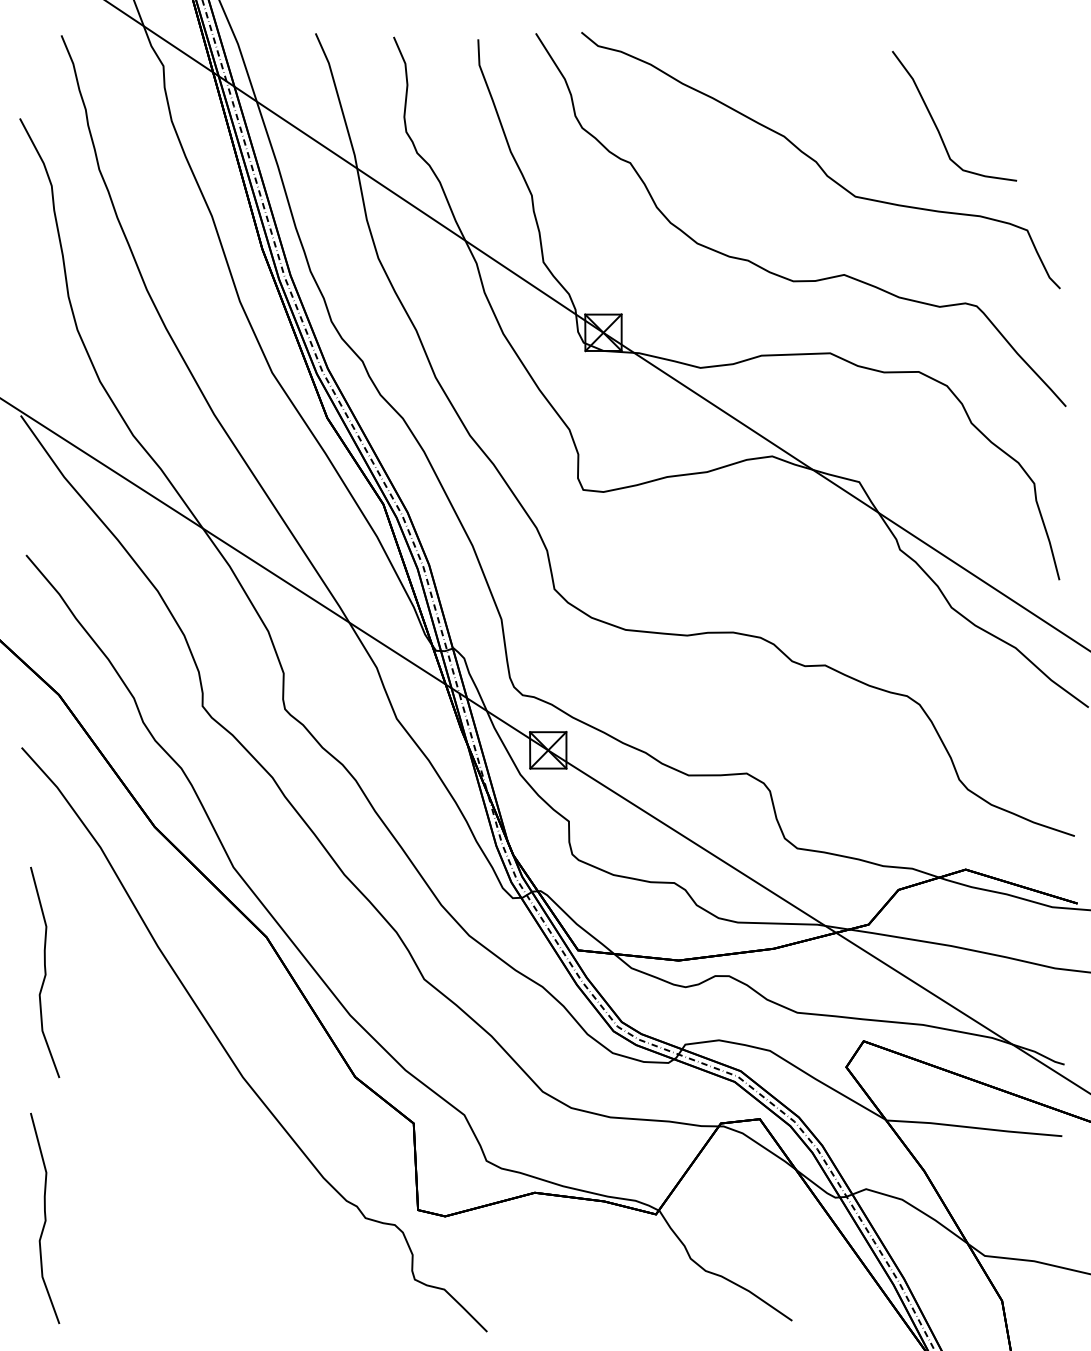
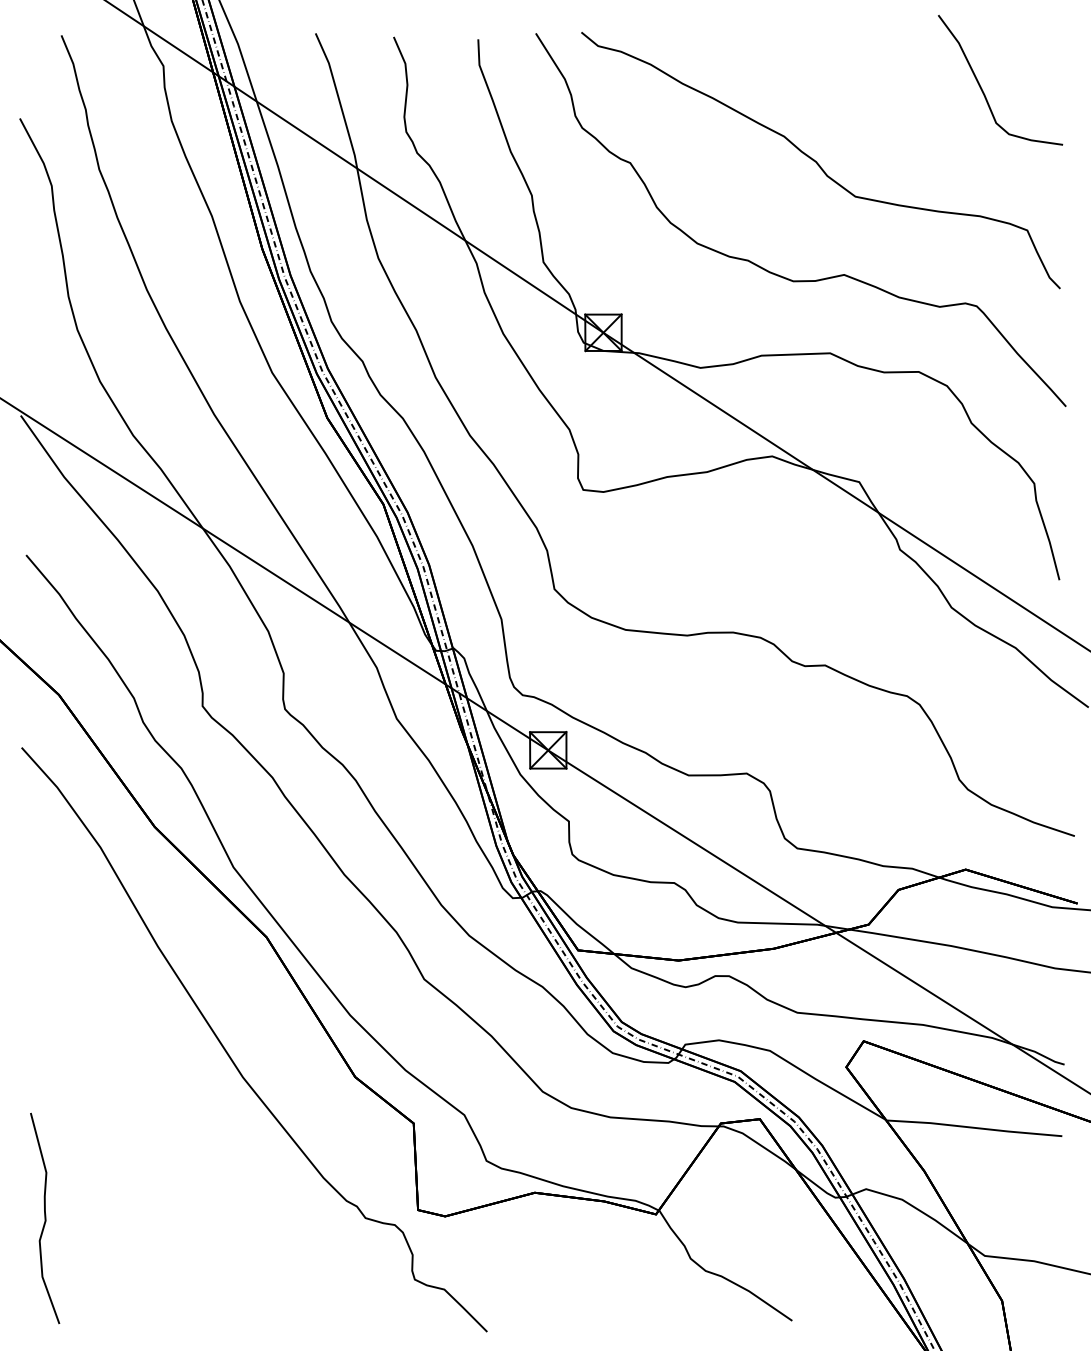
curve at (936, 124) position: (936, 124) -> (982, 88)
curve at (45, 972): present -> none
